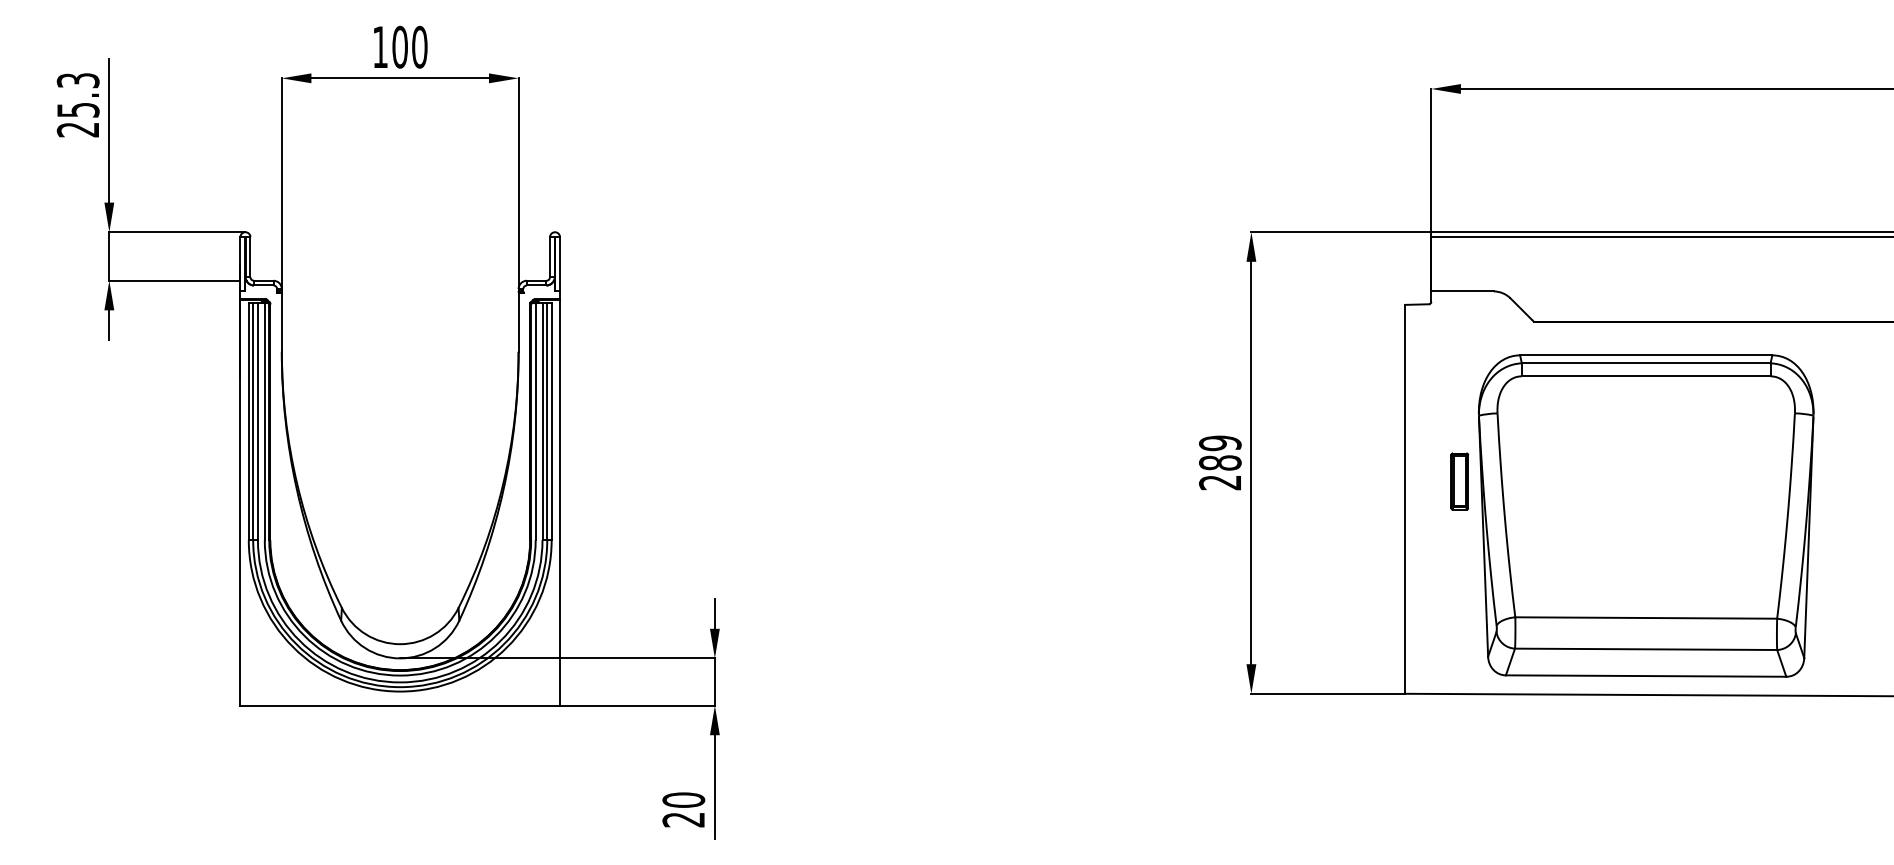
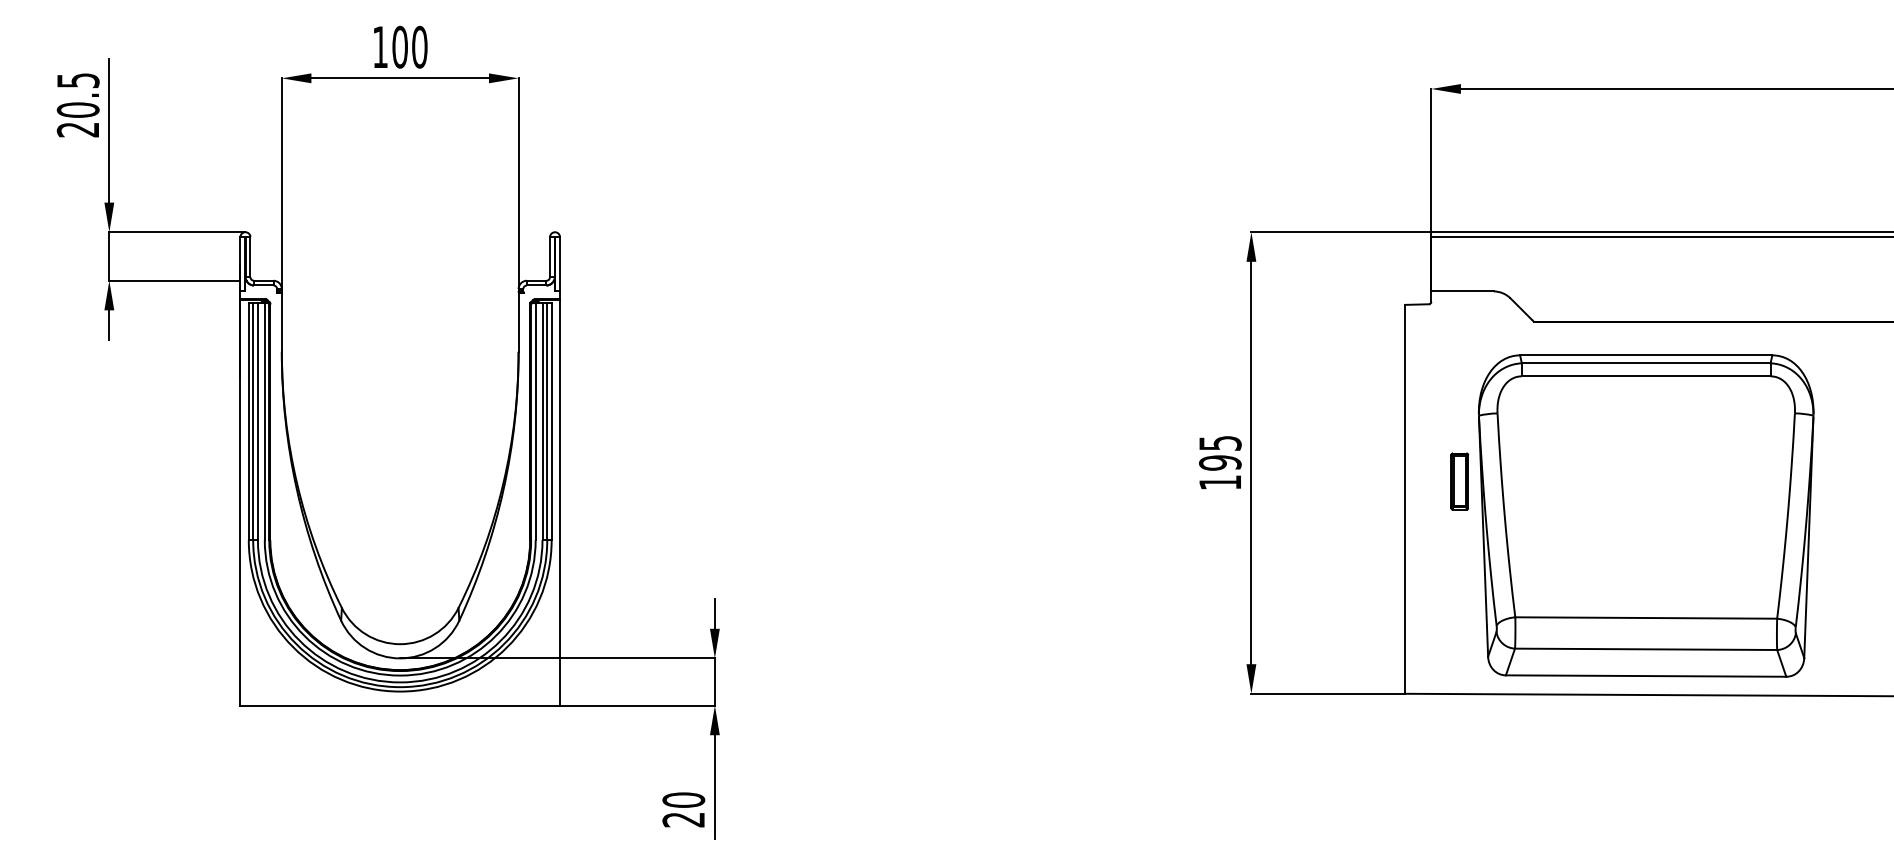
text at (77, 95): 25.3 -> 20.5
text at (1220, 462): 289 -> 195
